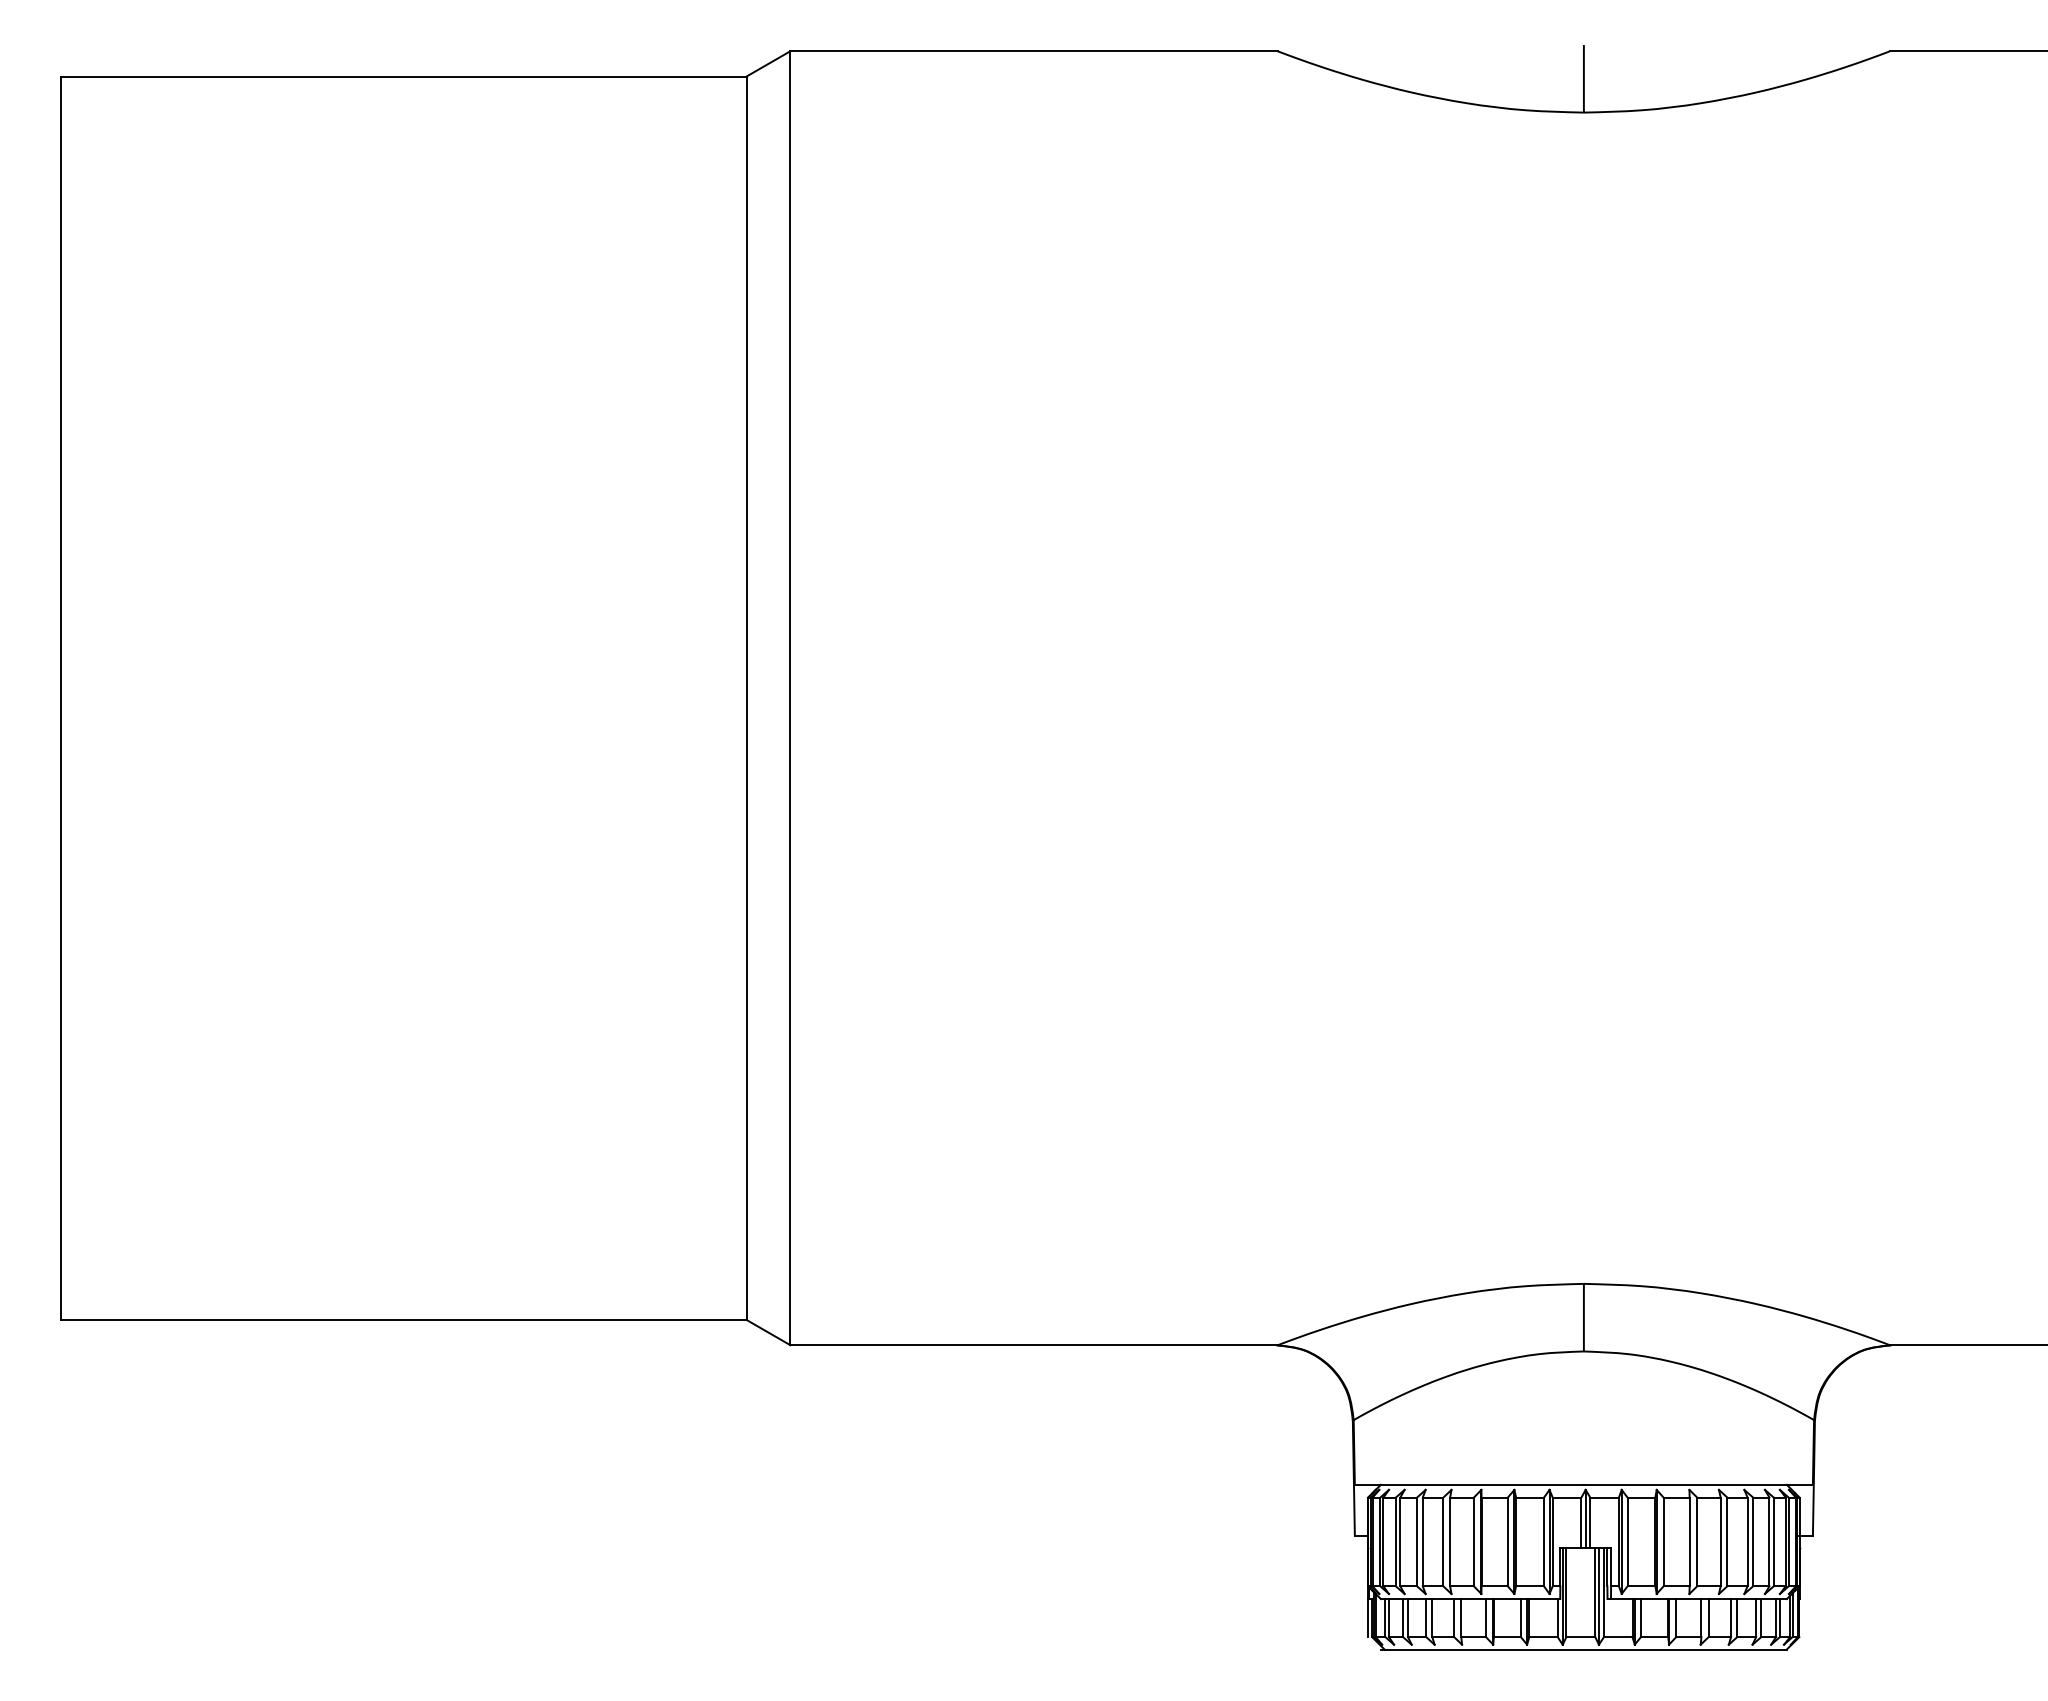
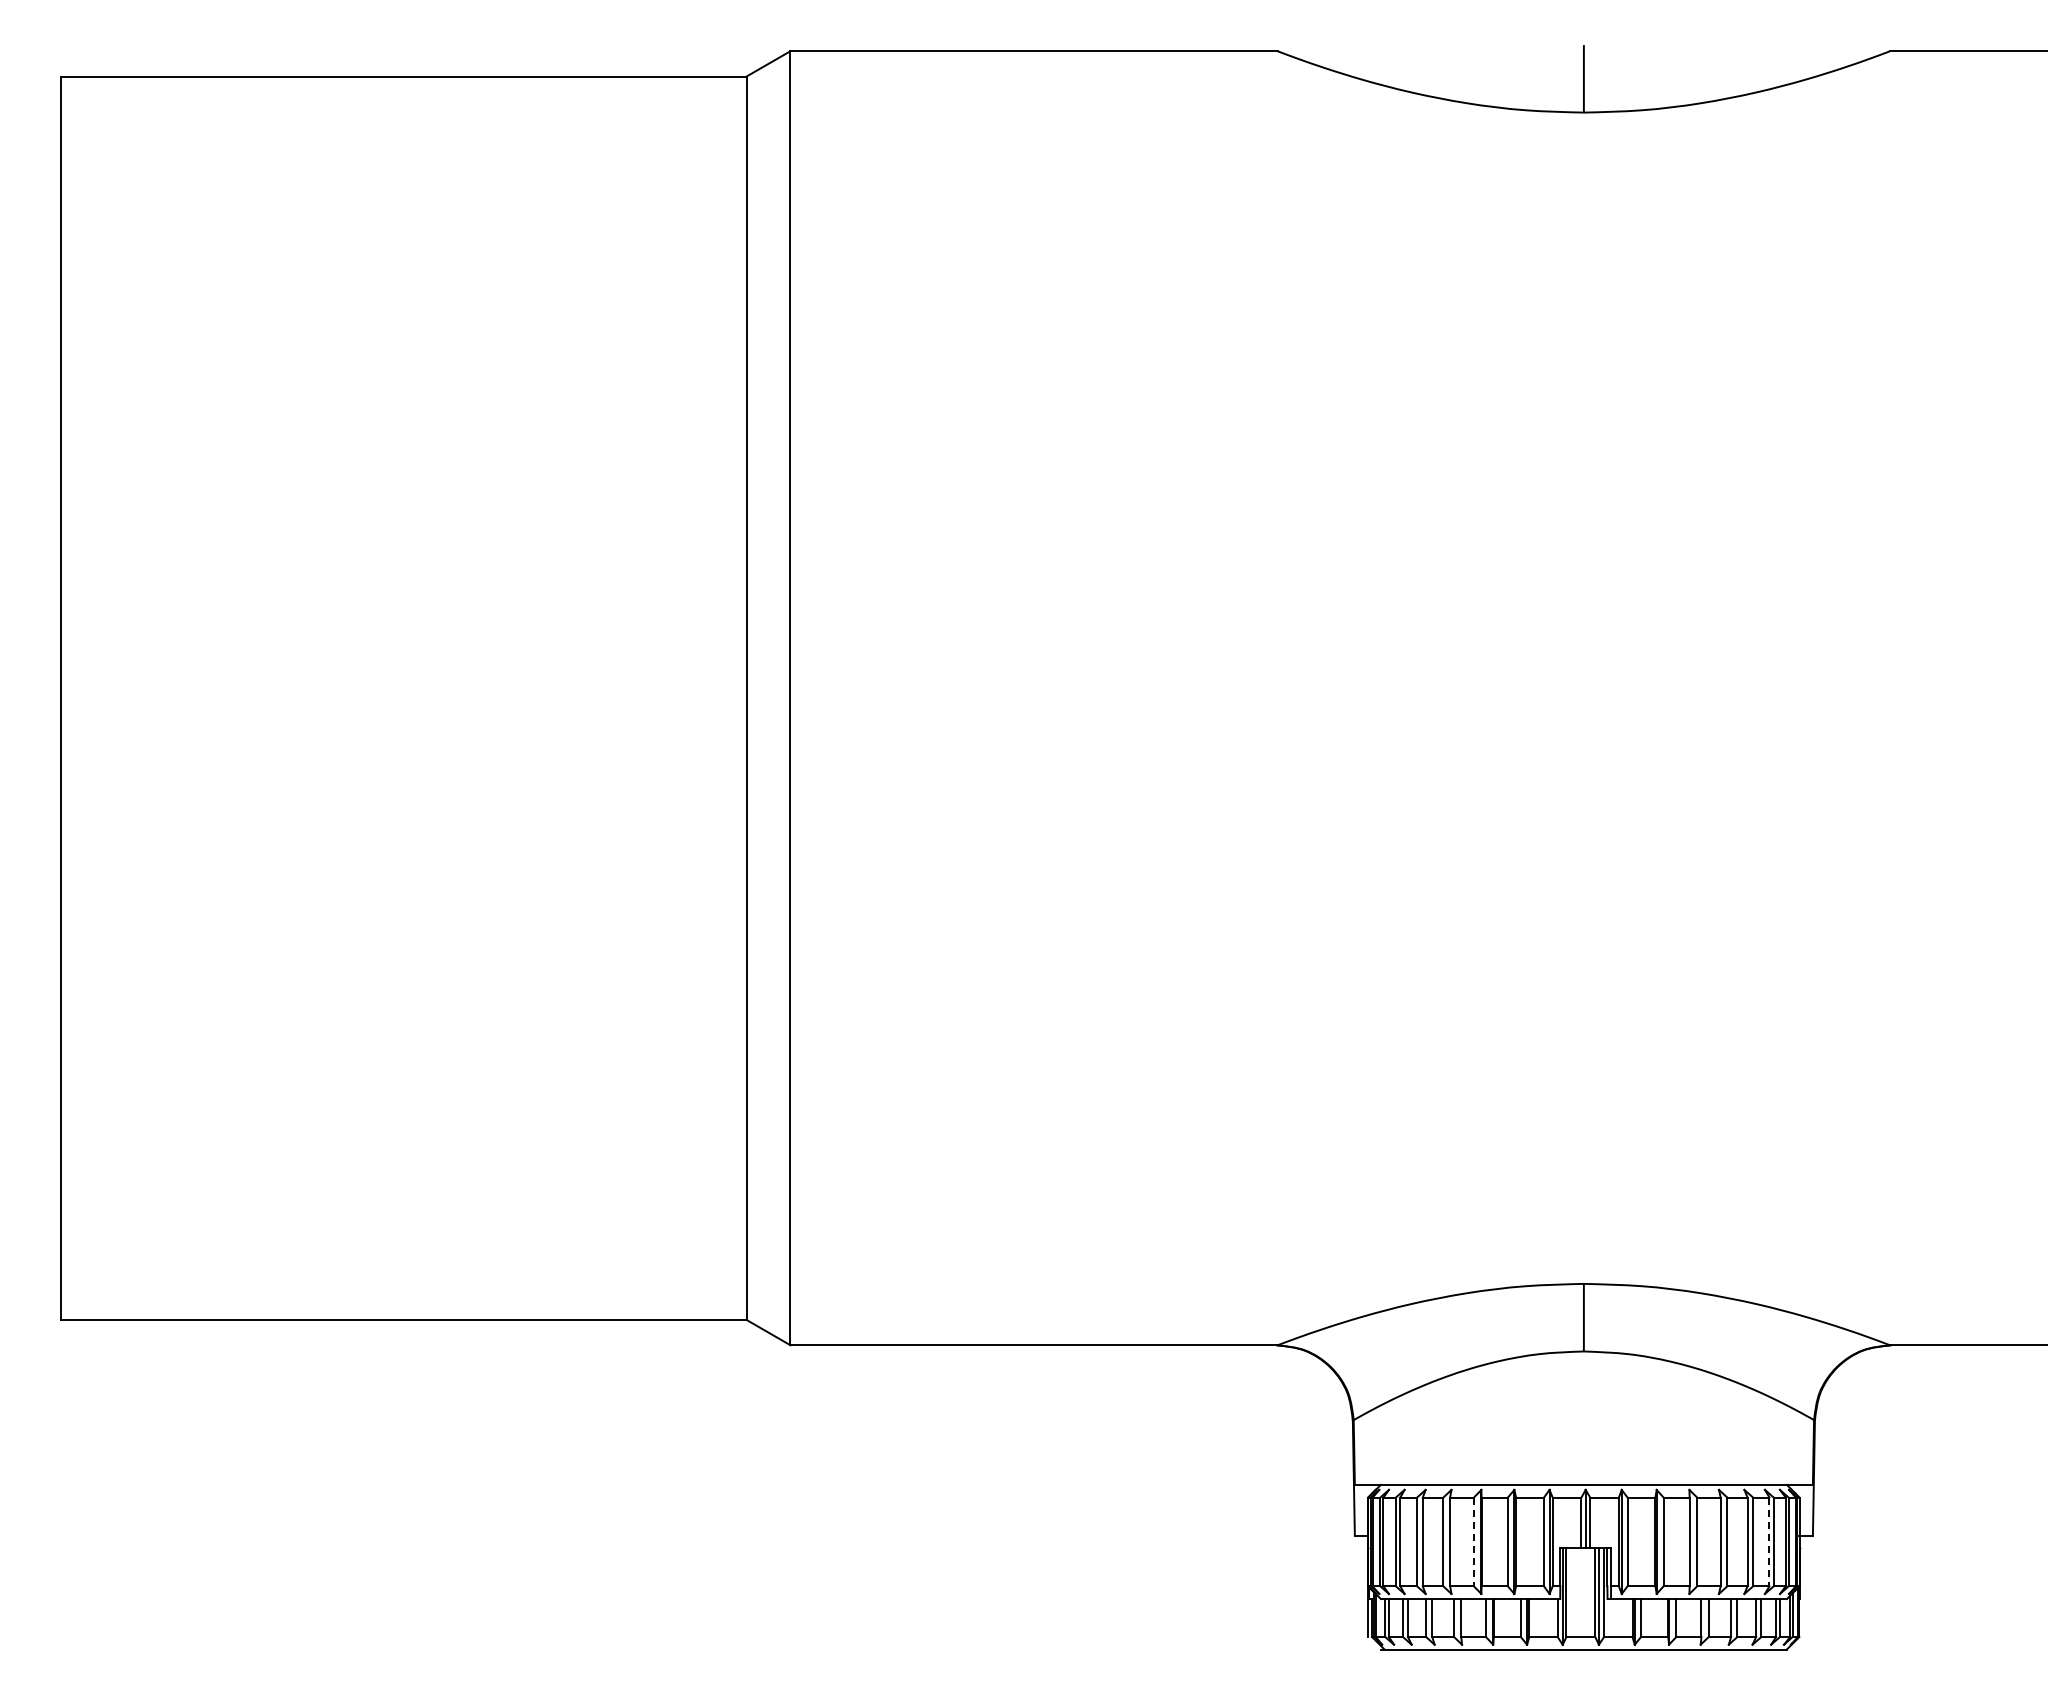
line at (1473, 1542): solid -> dashed
line at (1769, 1542): solid -> dashed
